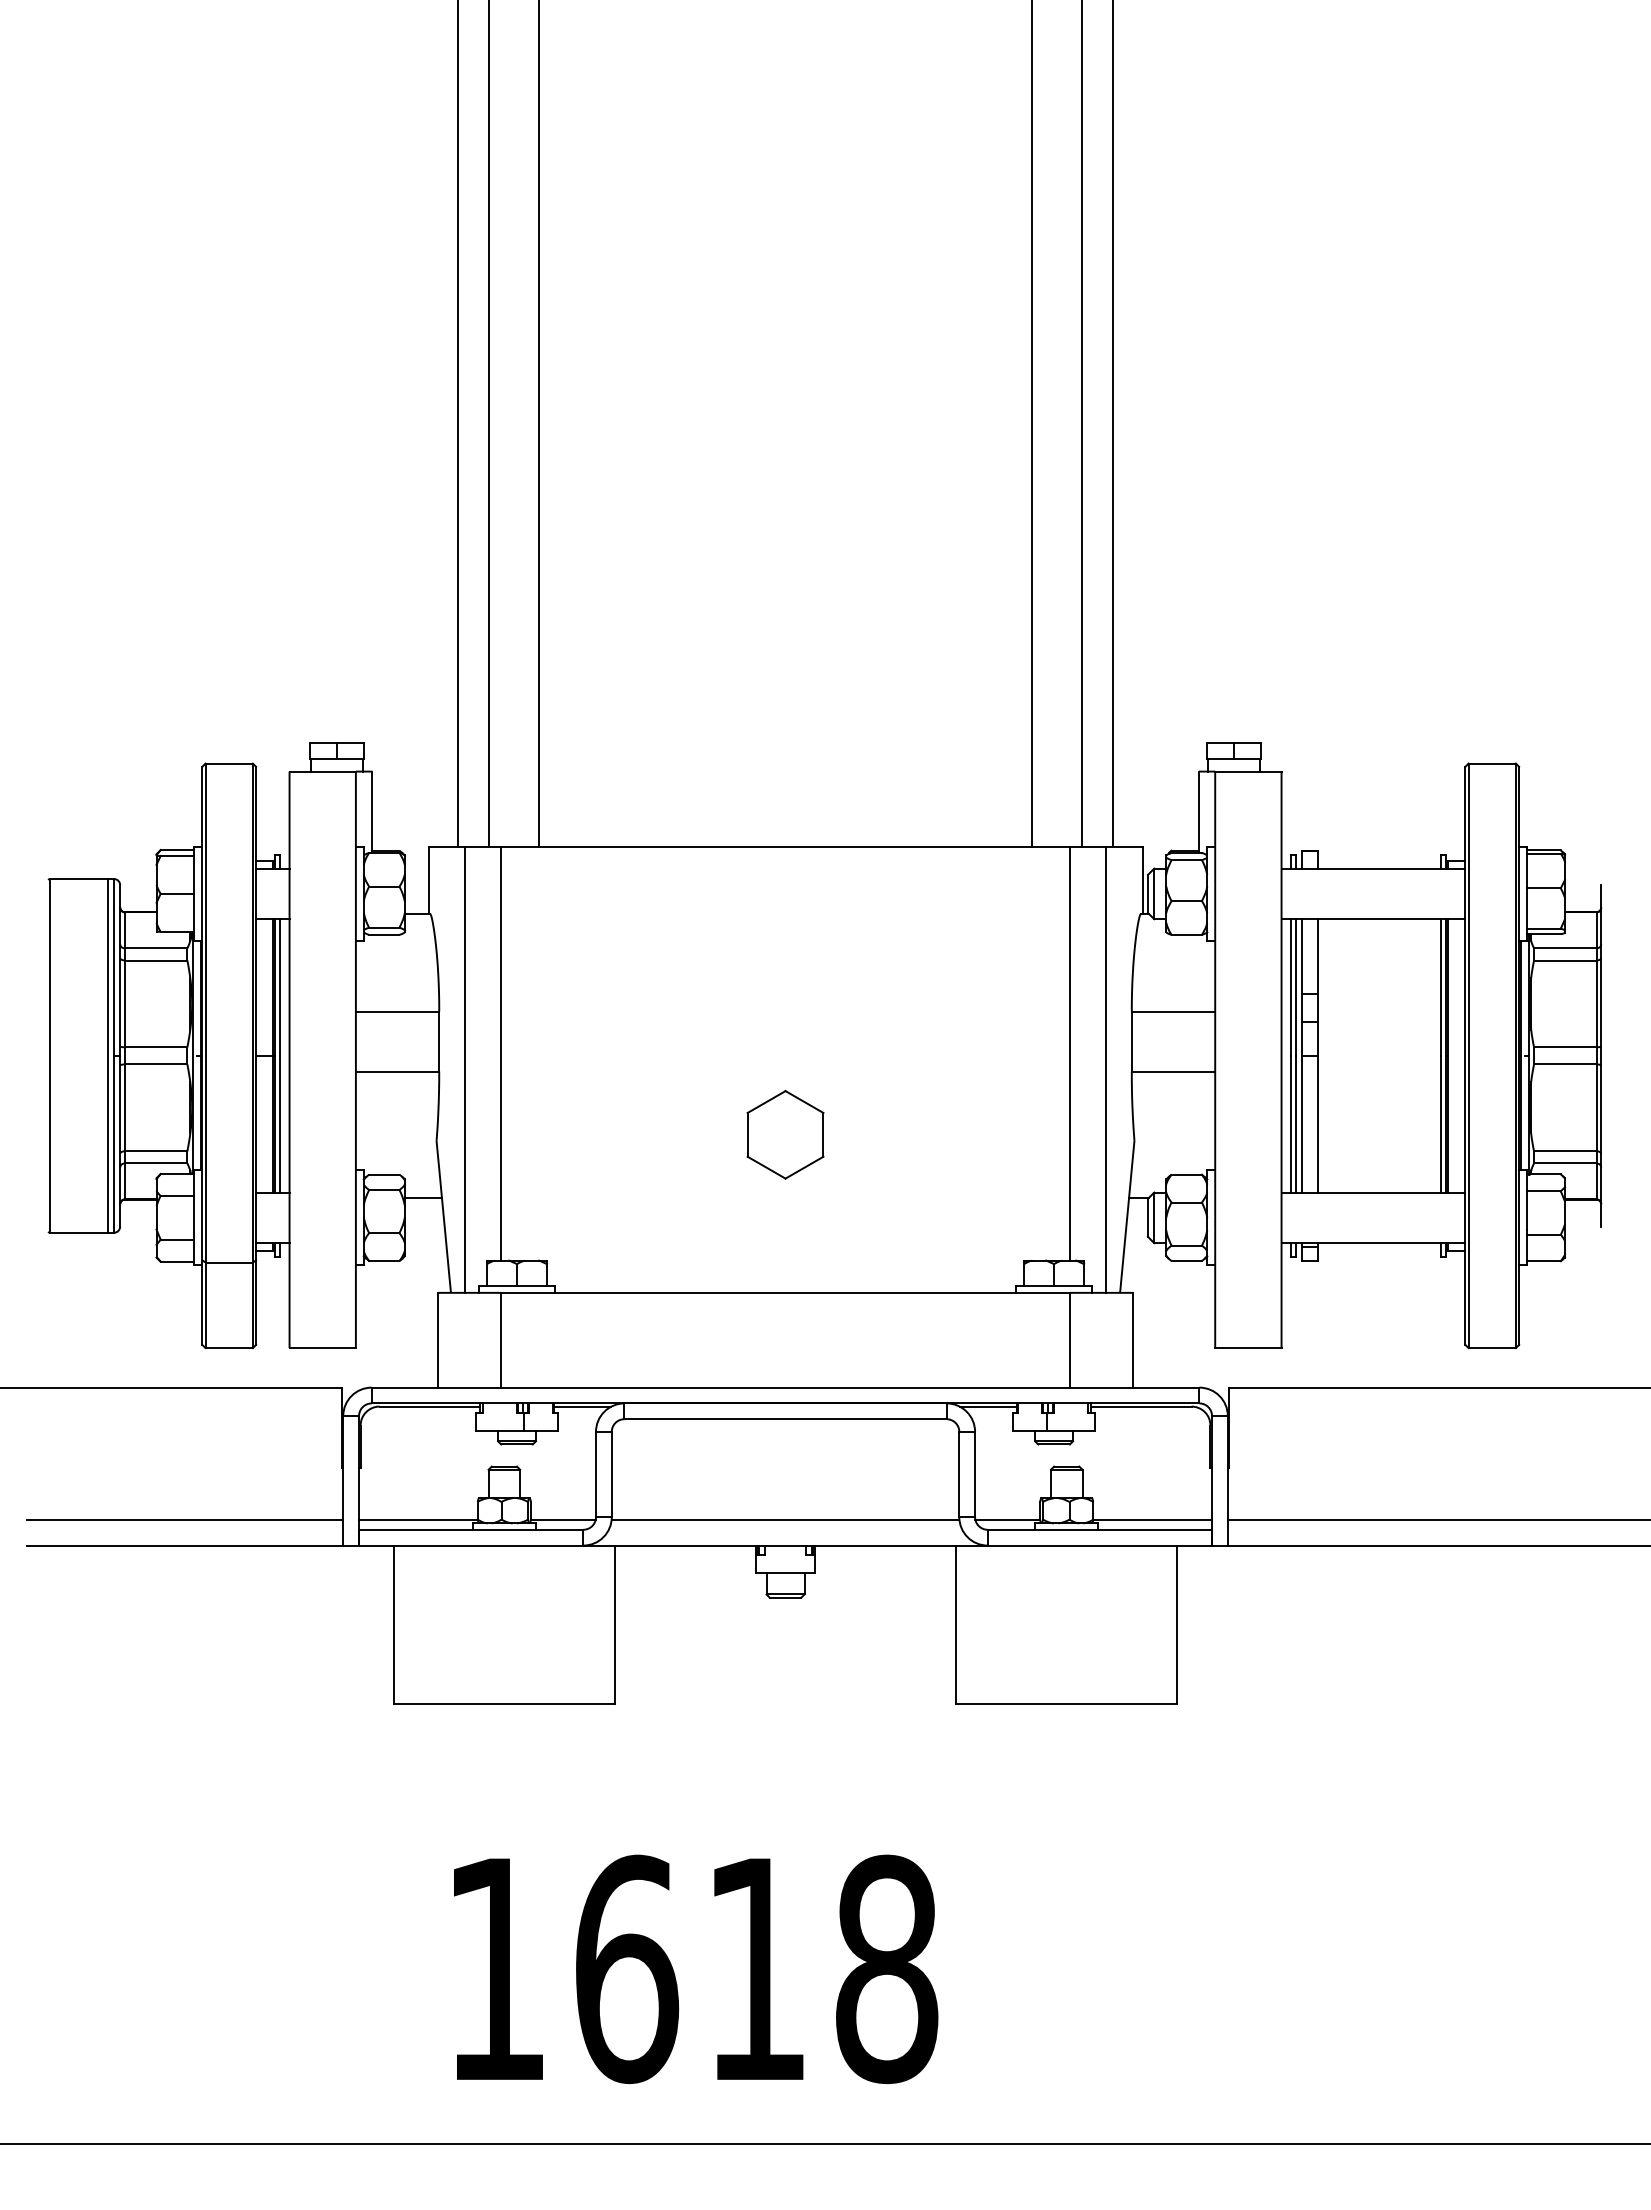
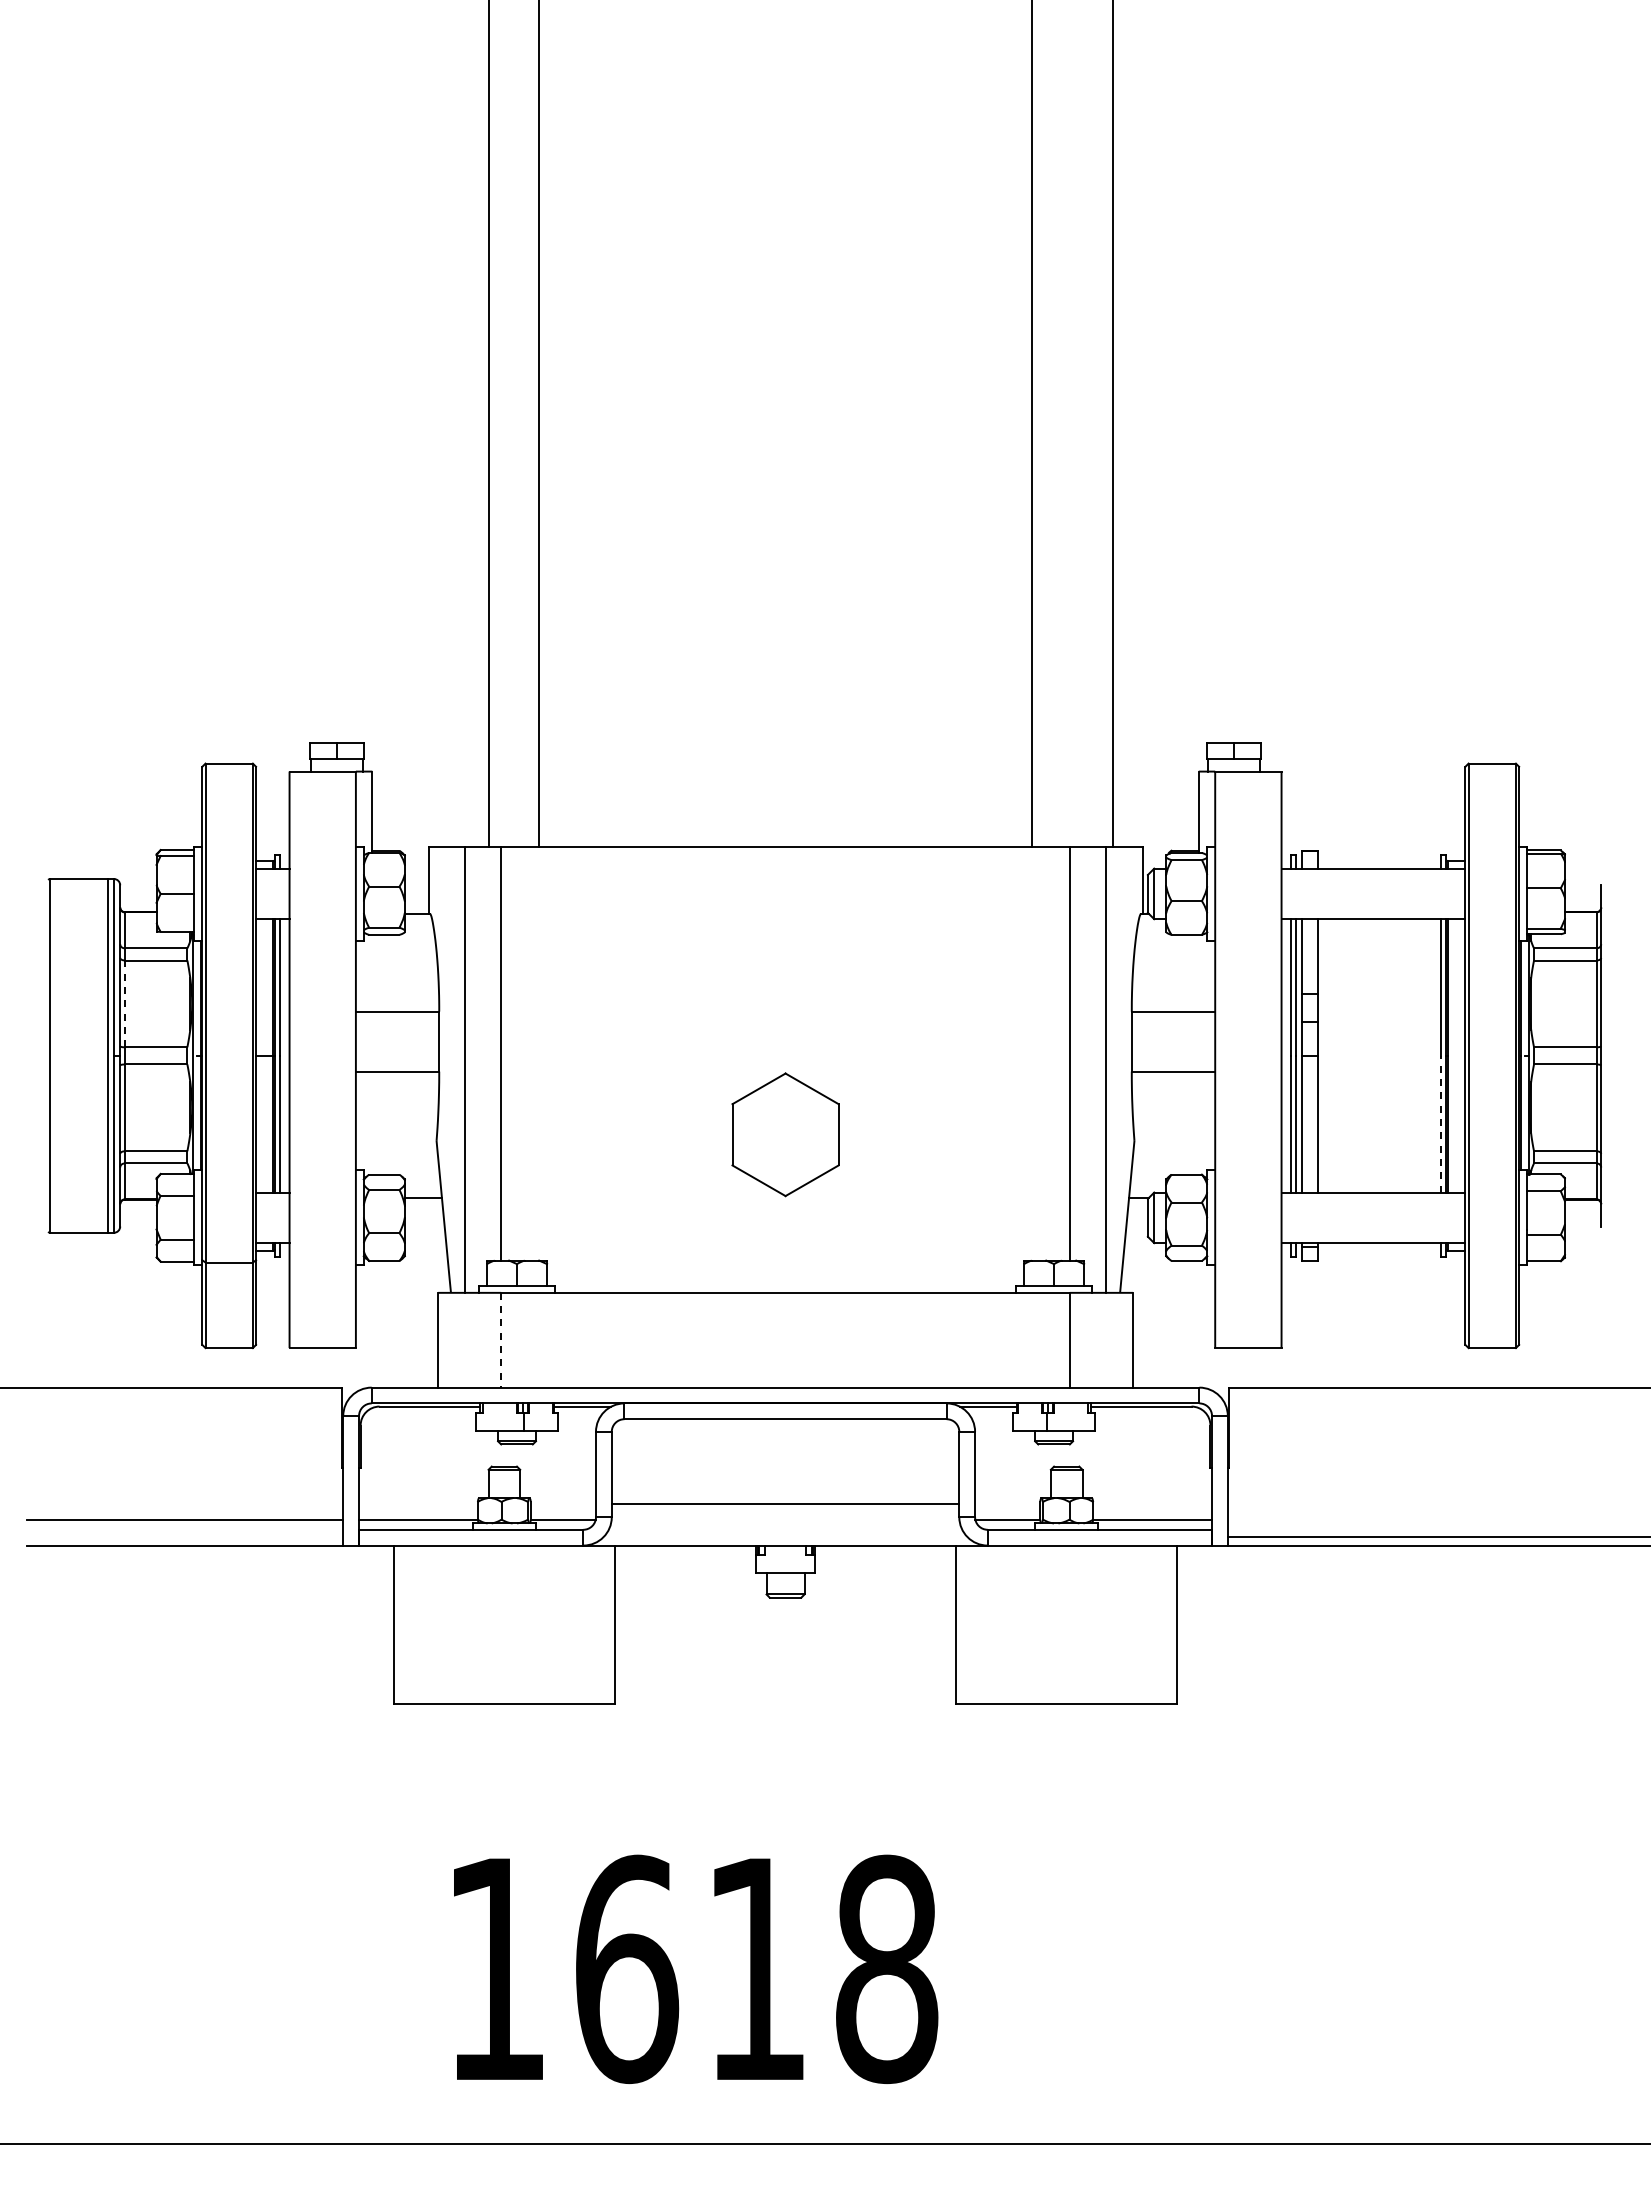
line at (457, 424): present -> none
line at (1082, 424): present -> none
line at (124, 1003): solid -> dashed
line at (1441, 1123): solid -> dashed
part at (785, 1134) size: 79x90 px -> 109x126 px
line at (501, 1340): solid -> dashed
line at (785, 1520) position: (785, 1520) -> (785, 1504)
line at (1437, 1520) position: (1437, 1520) -> (1437, 1537)
